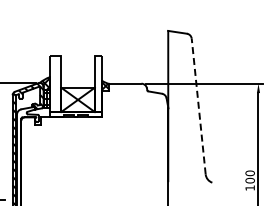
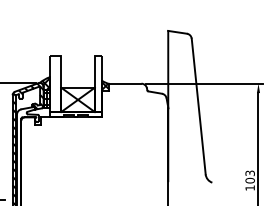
line at (198, 106): dashed -> solid
text at (249, 173): 100 -> 103
